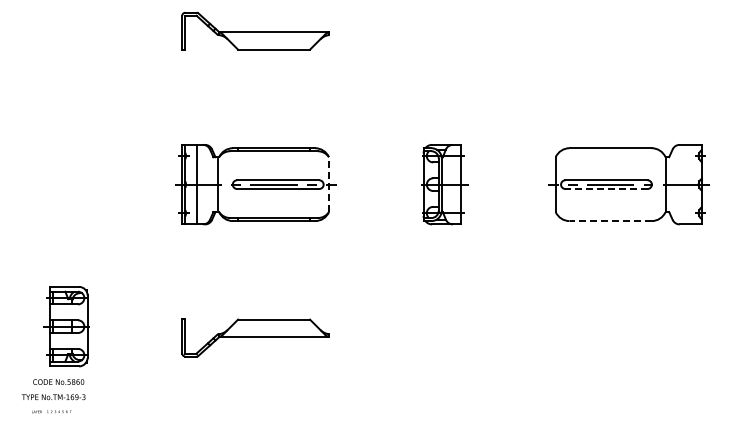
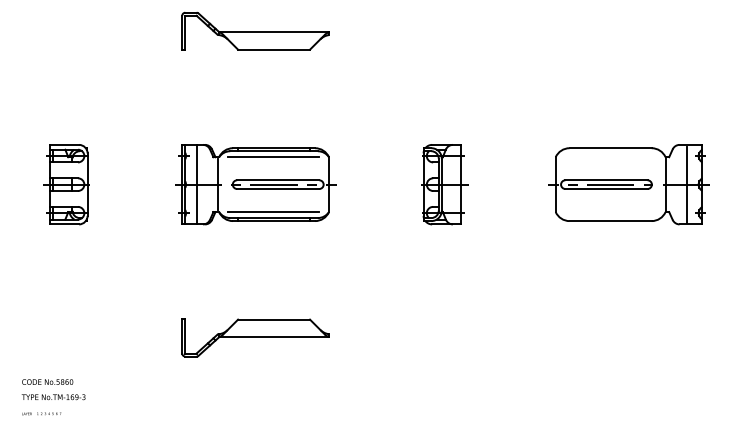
line at (273, 157): none -> present
line at (328, 184): dashed -> solid
line at (686, 184): none -> present
line at (605, 189): dashed -> solid
line at (273, 212): none -> present
line at (610, 221): dashed -> solid
part at (66, 326) position: (66, 326) -> (66, 184)
text at (58, 381) position: (58, 381) -> (47, 381)
text at (51, 411) position: (51, 411) -> (41, 413)
